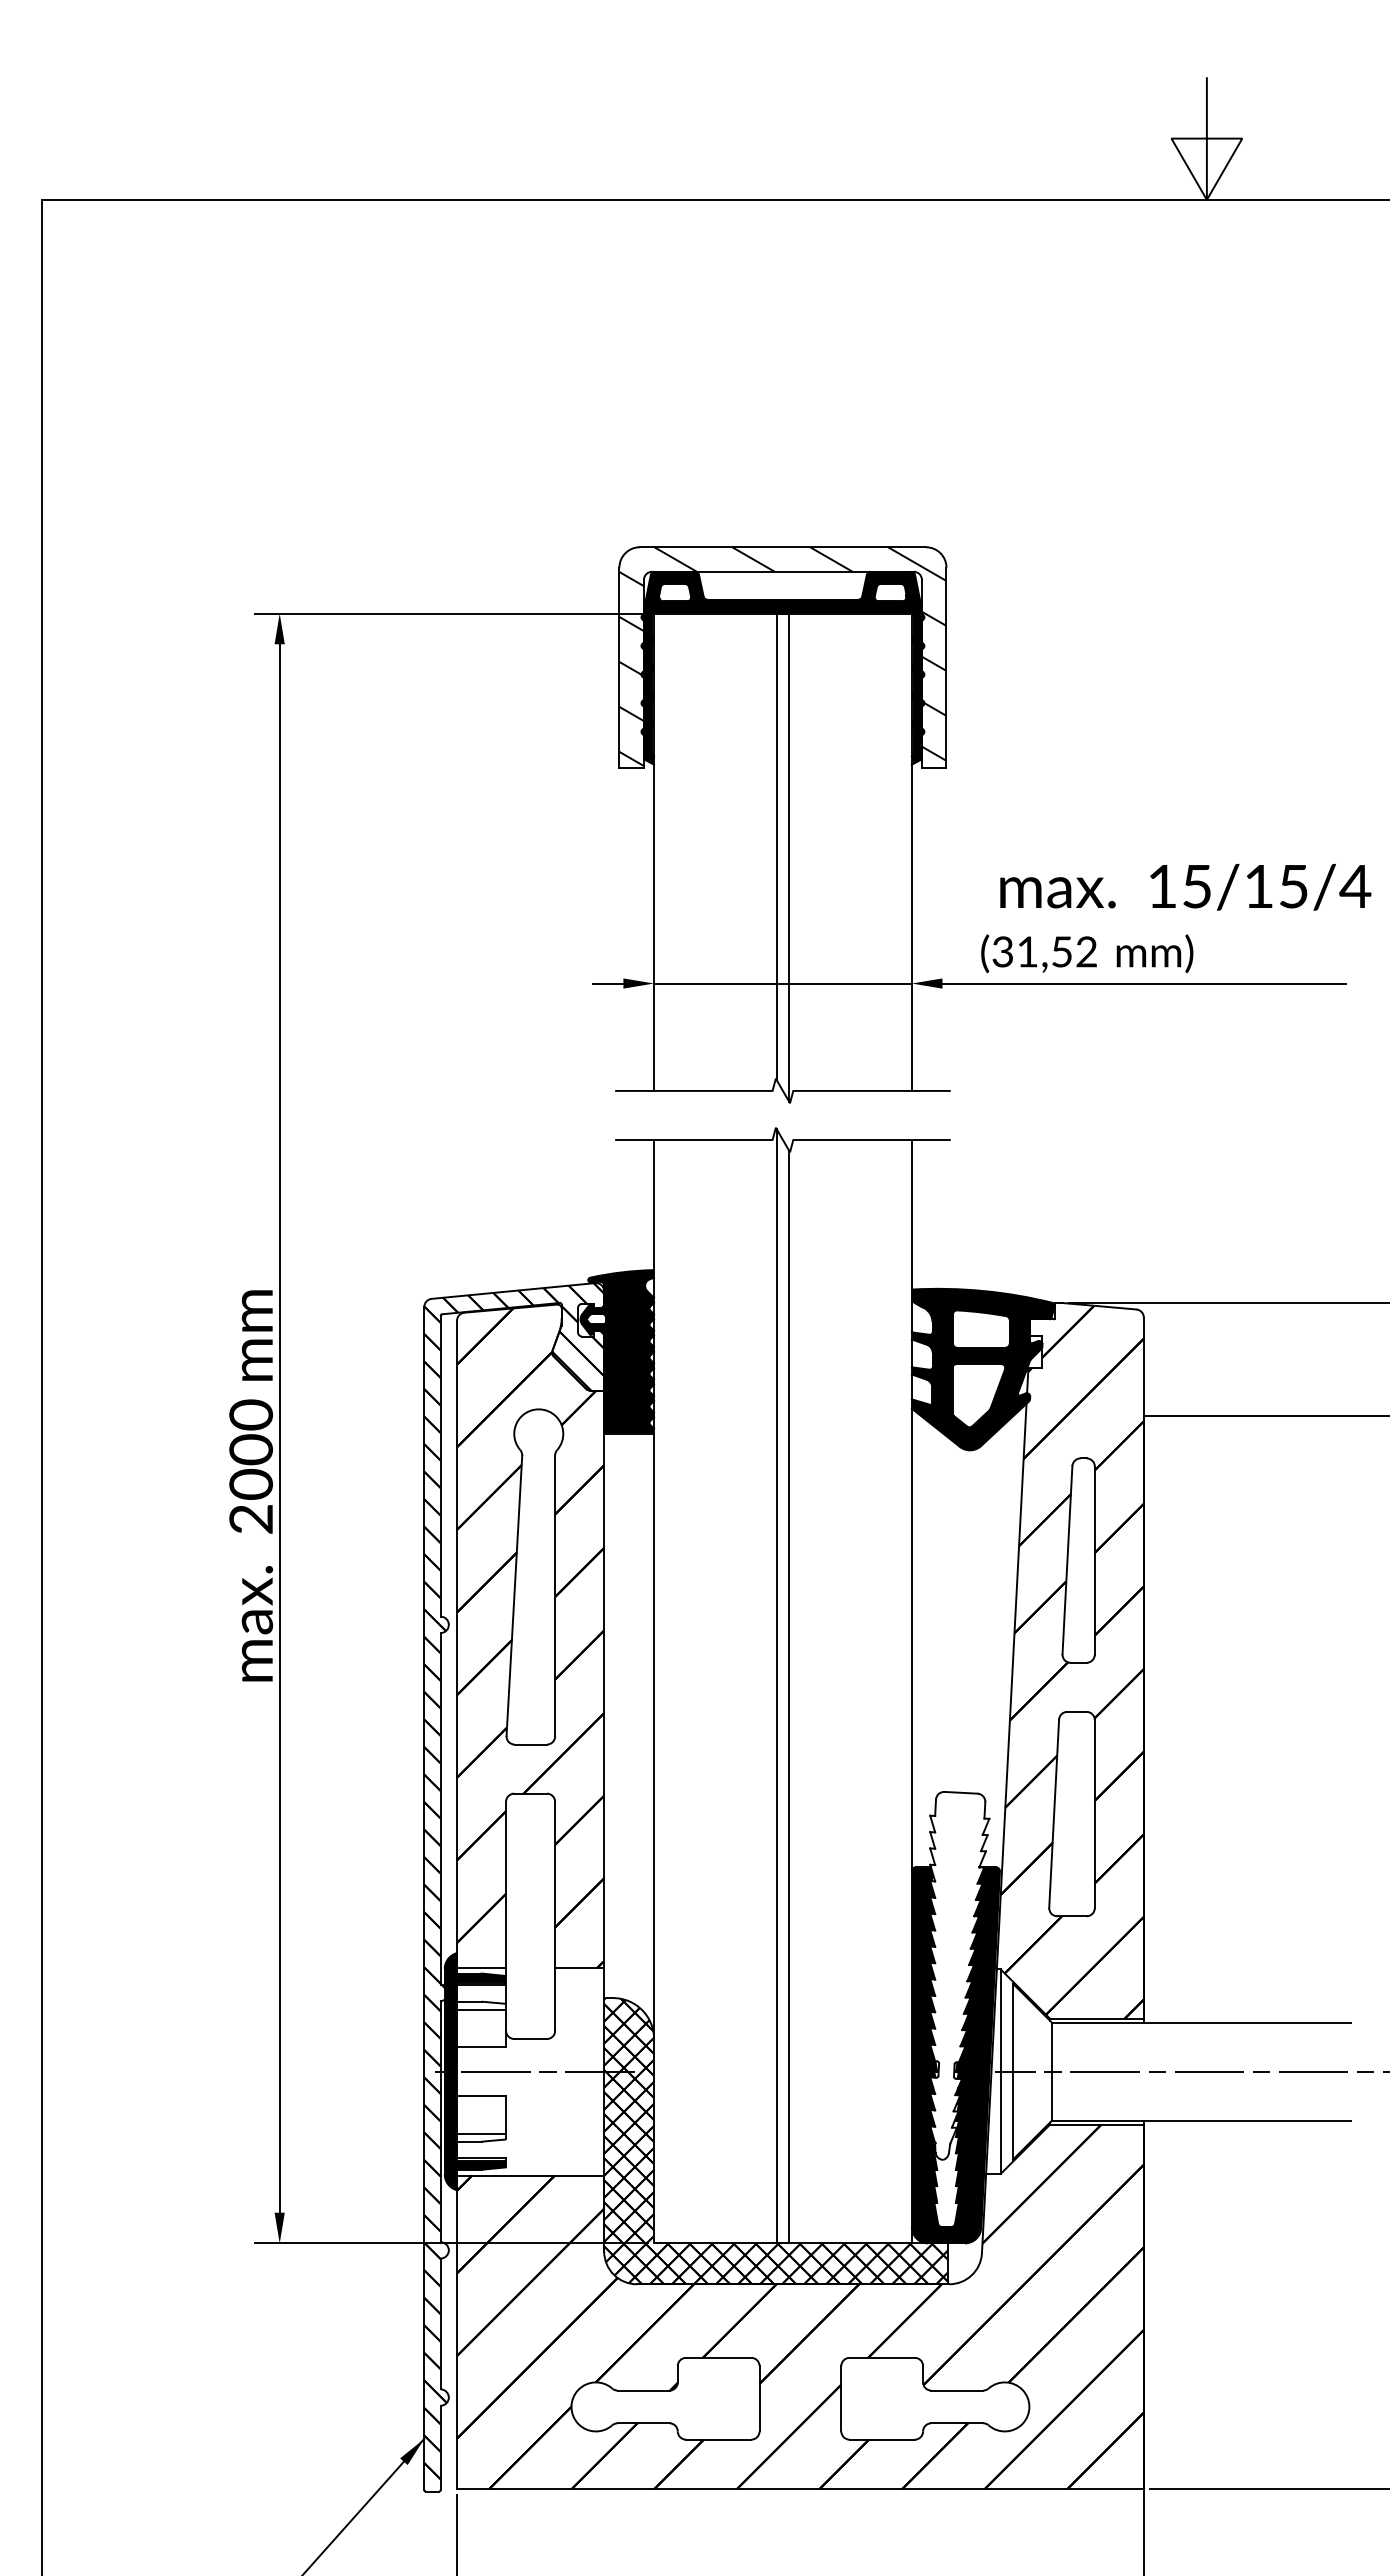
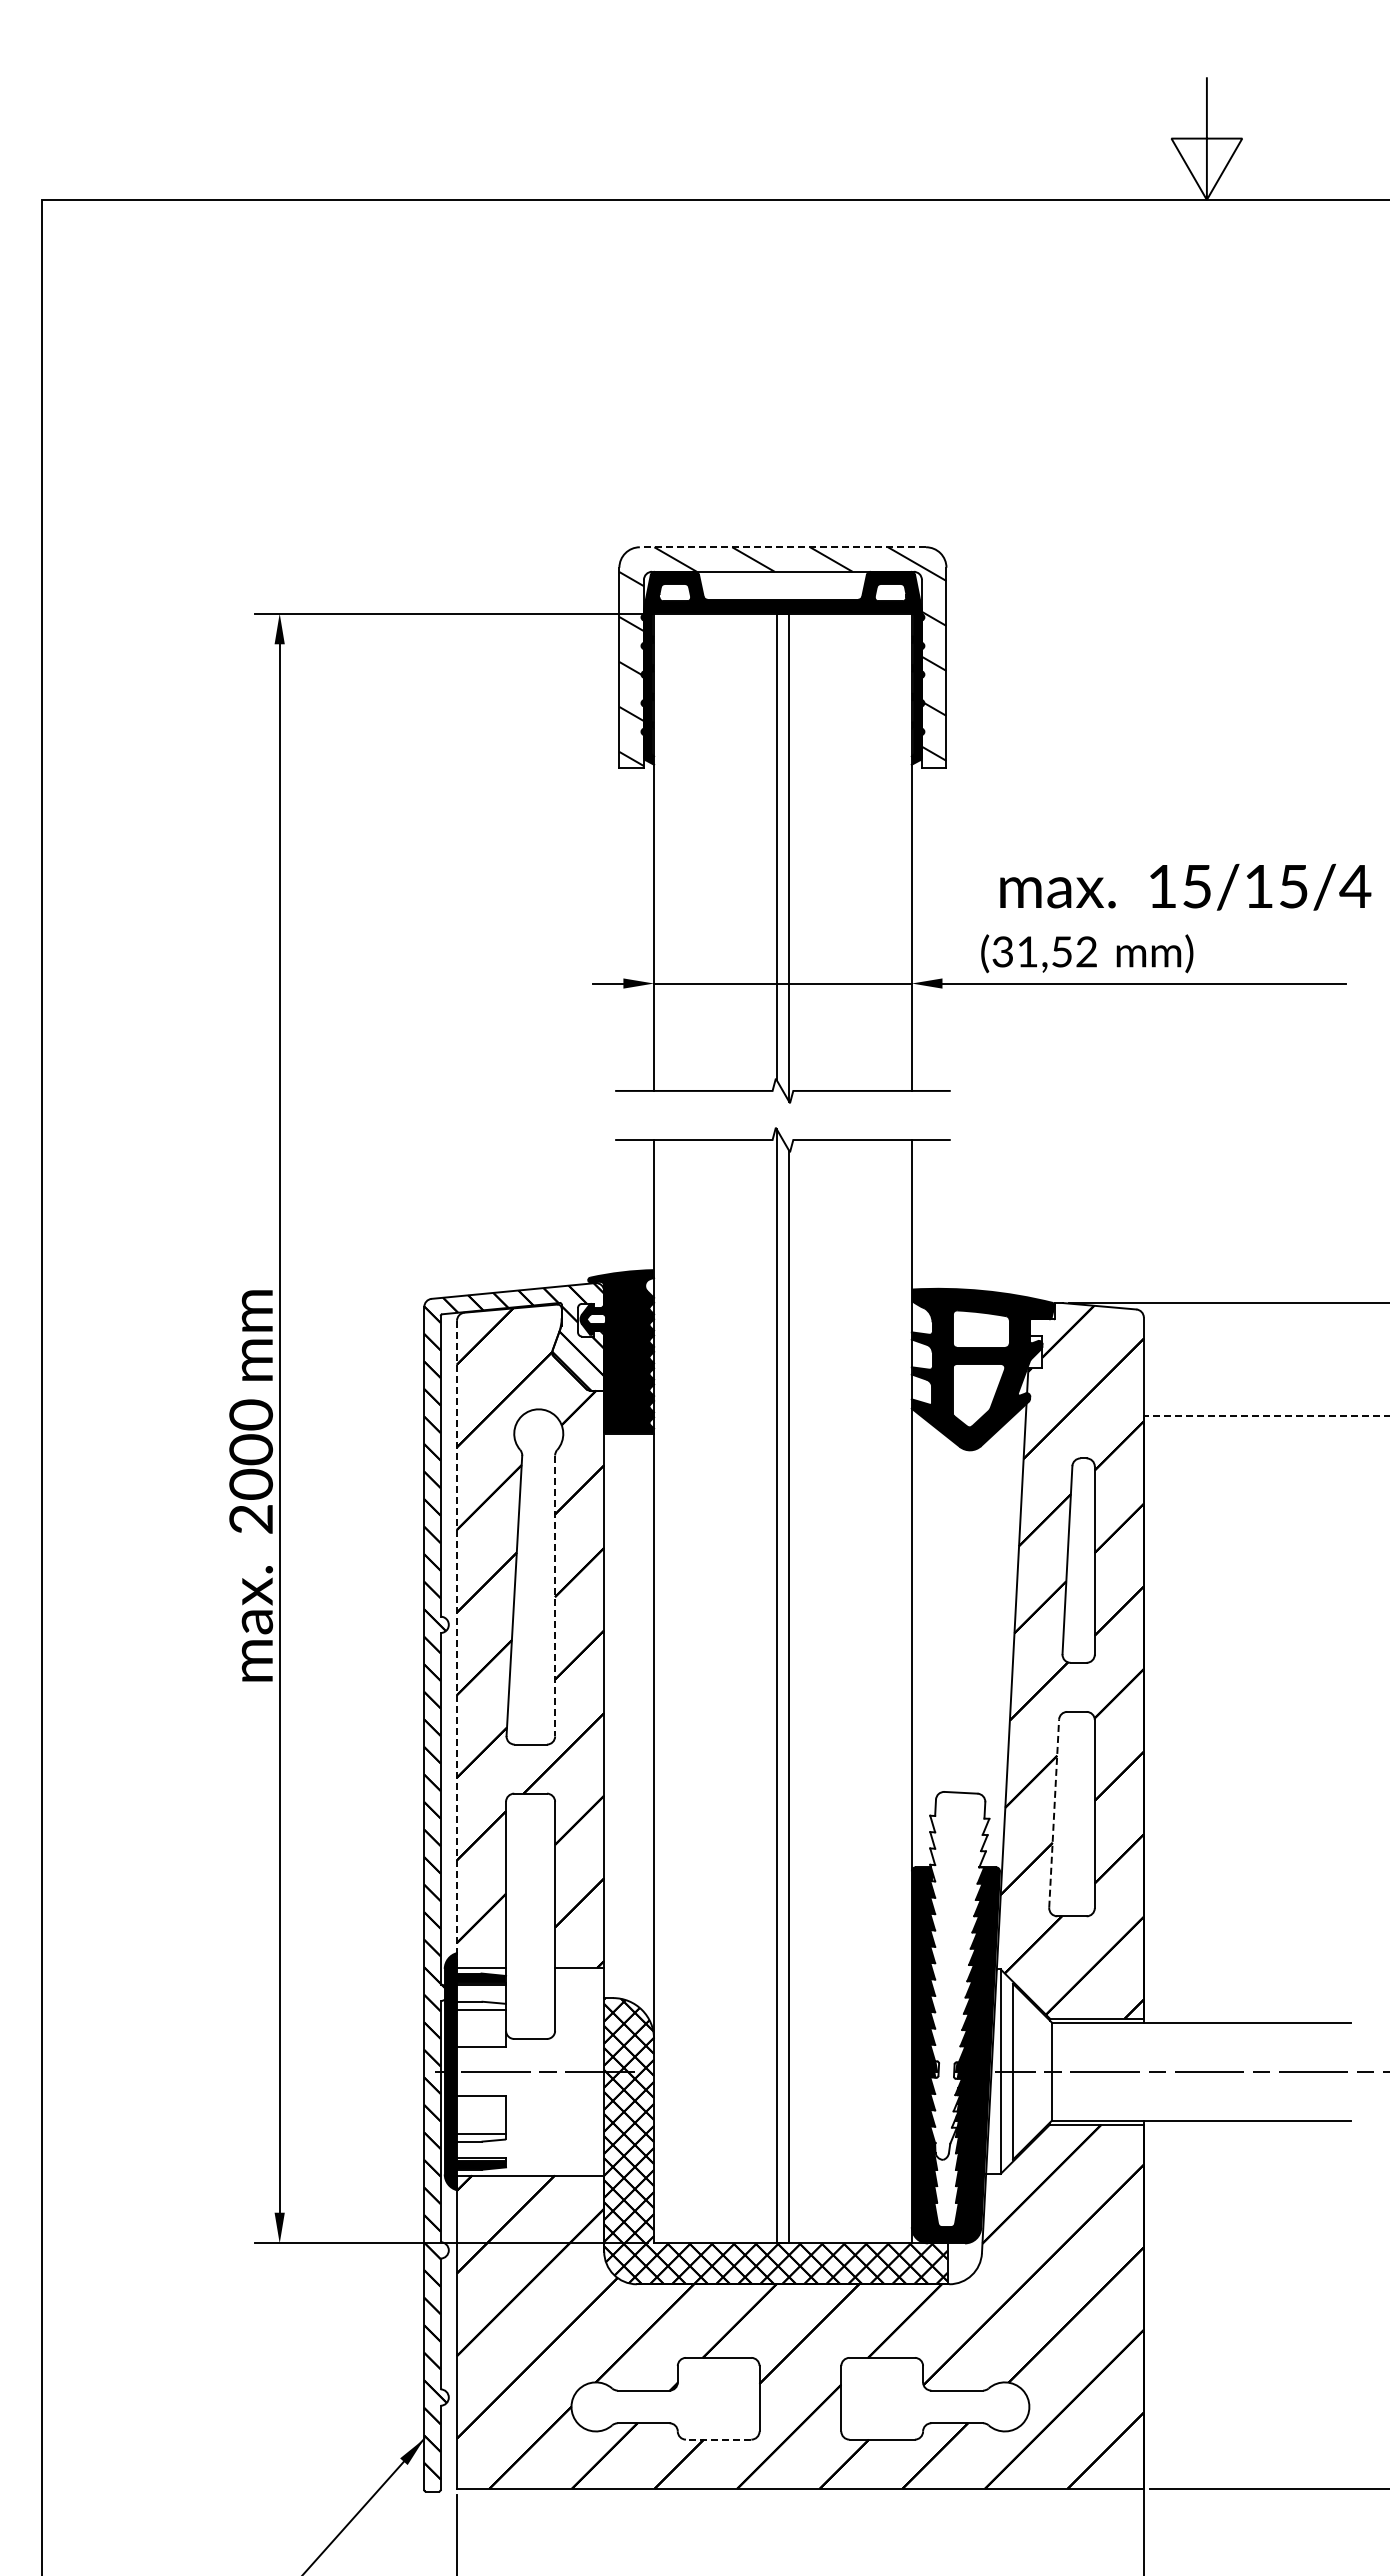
line at (782, 547): solid -> dashed
line at (1266, 1415): solid -> dashed
line at (555, 1596): solid -> dashed
line at (457, 1644): solid -> dashed
line at (1054, 1813): solid -> dashed
line at (718, 2439): solid -> dashed
